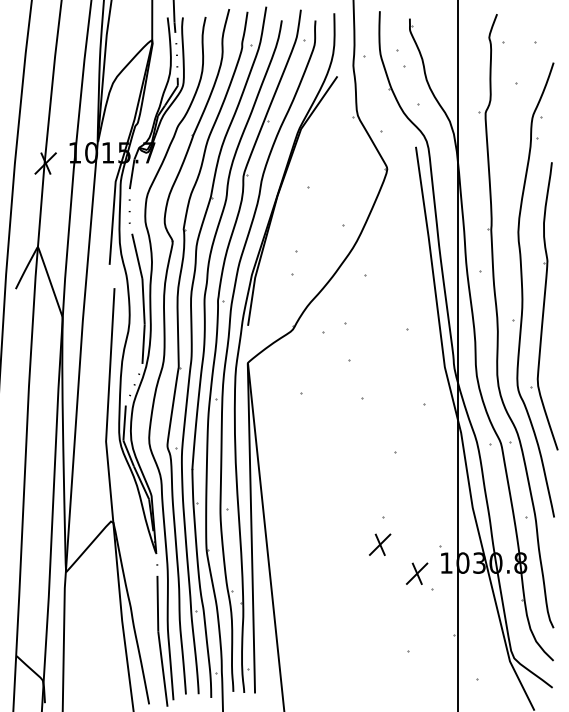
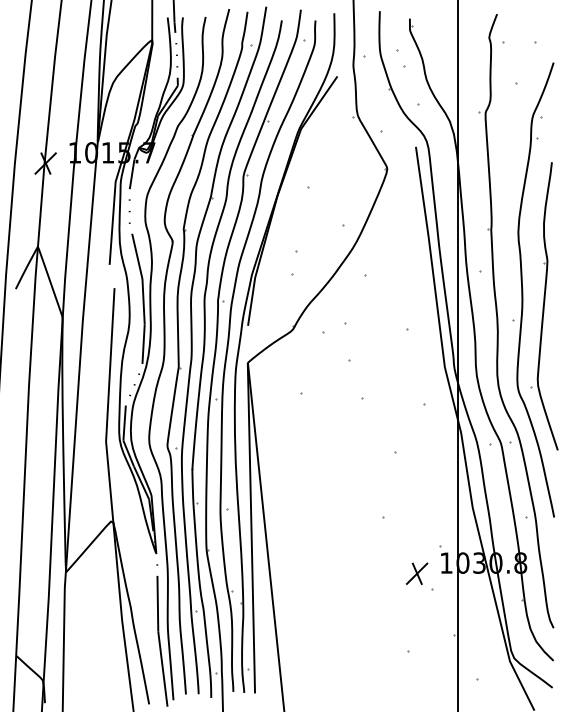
part at (380, 544): present -> none
